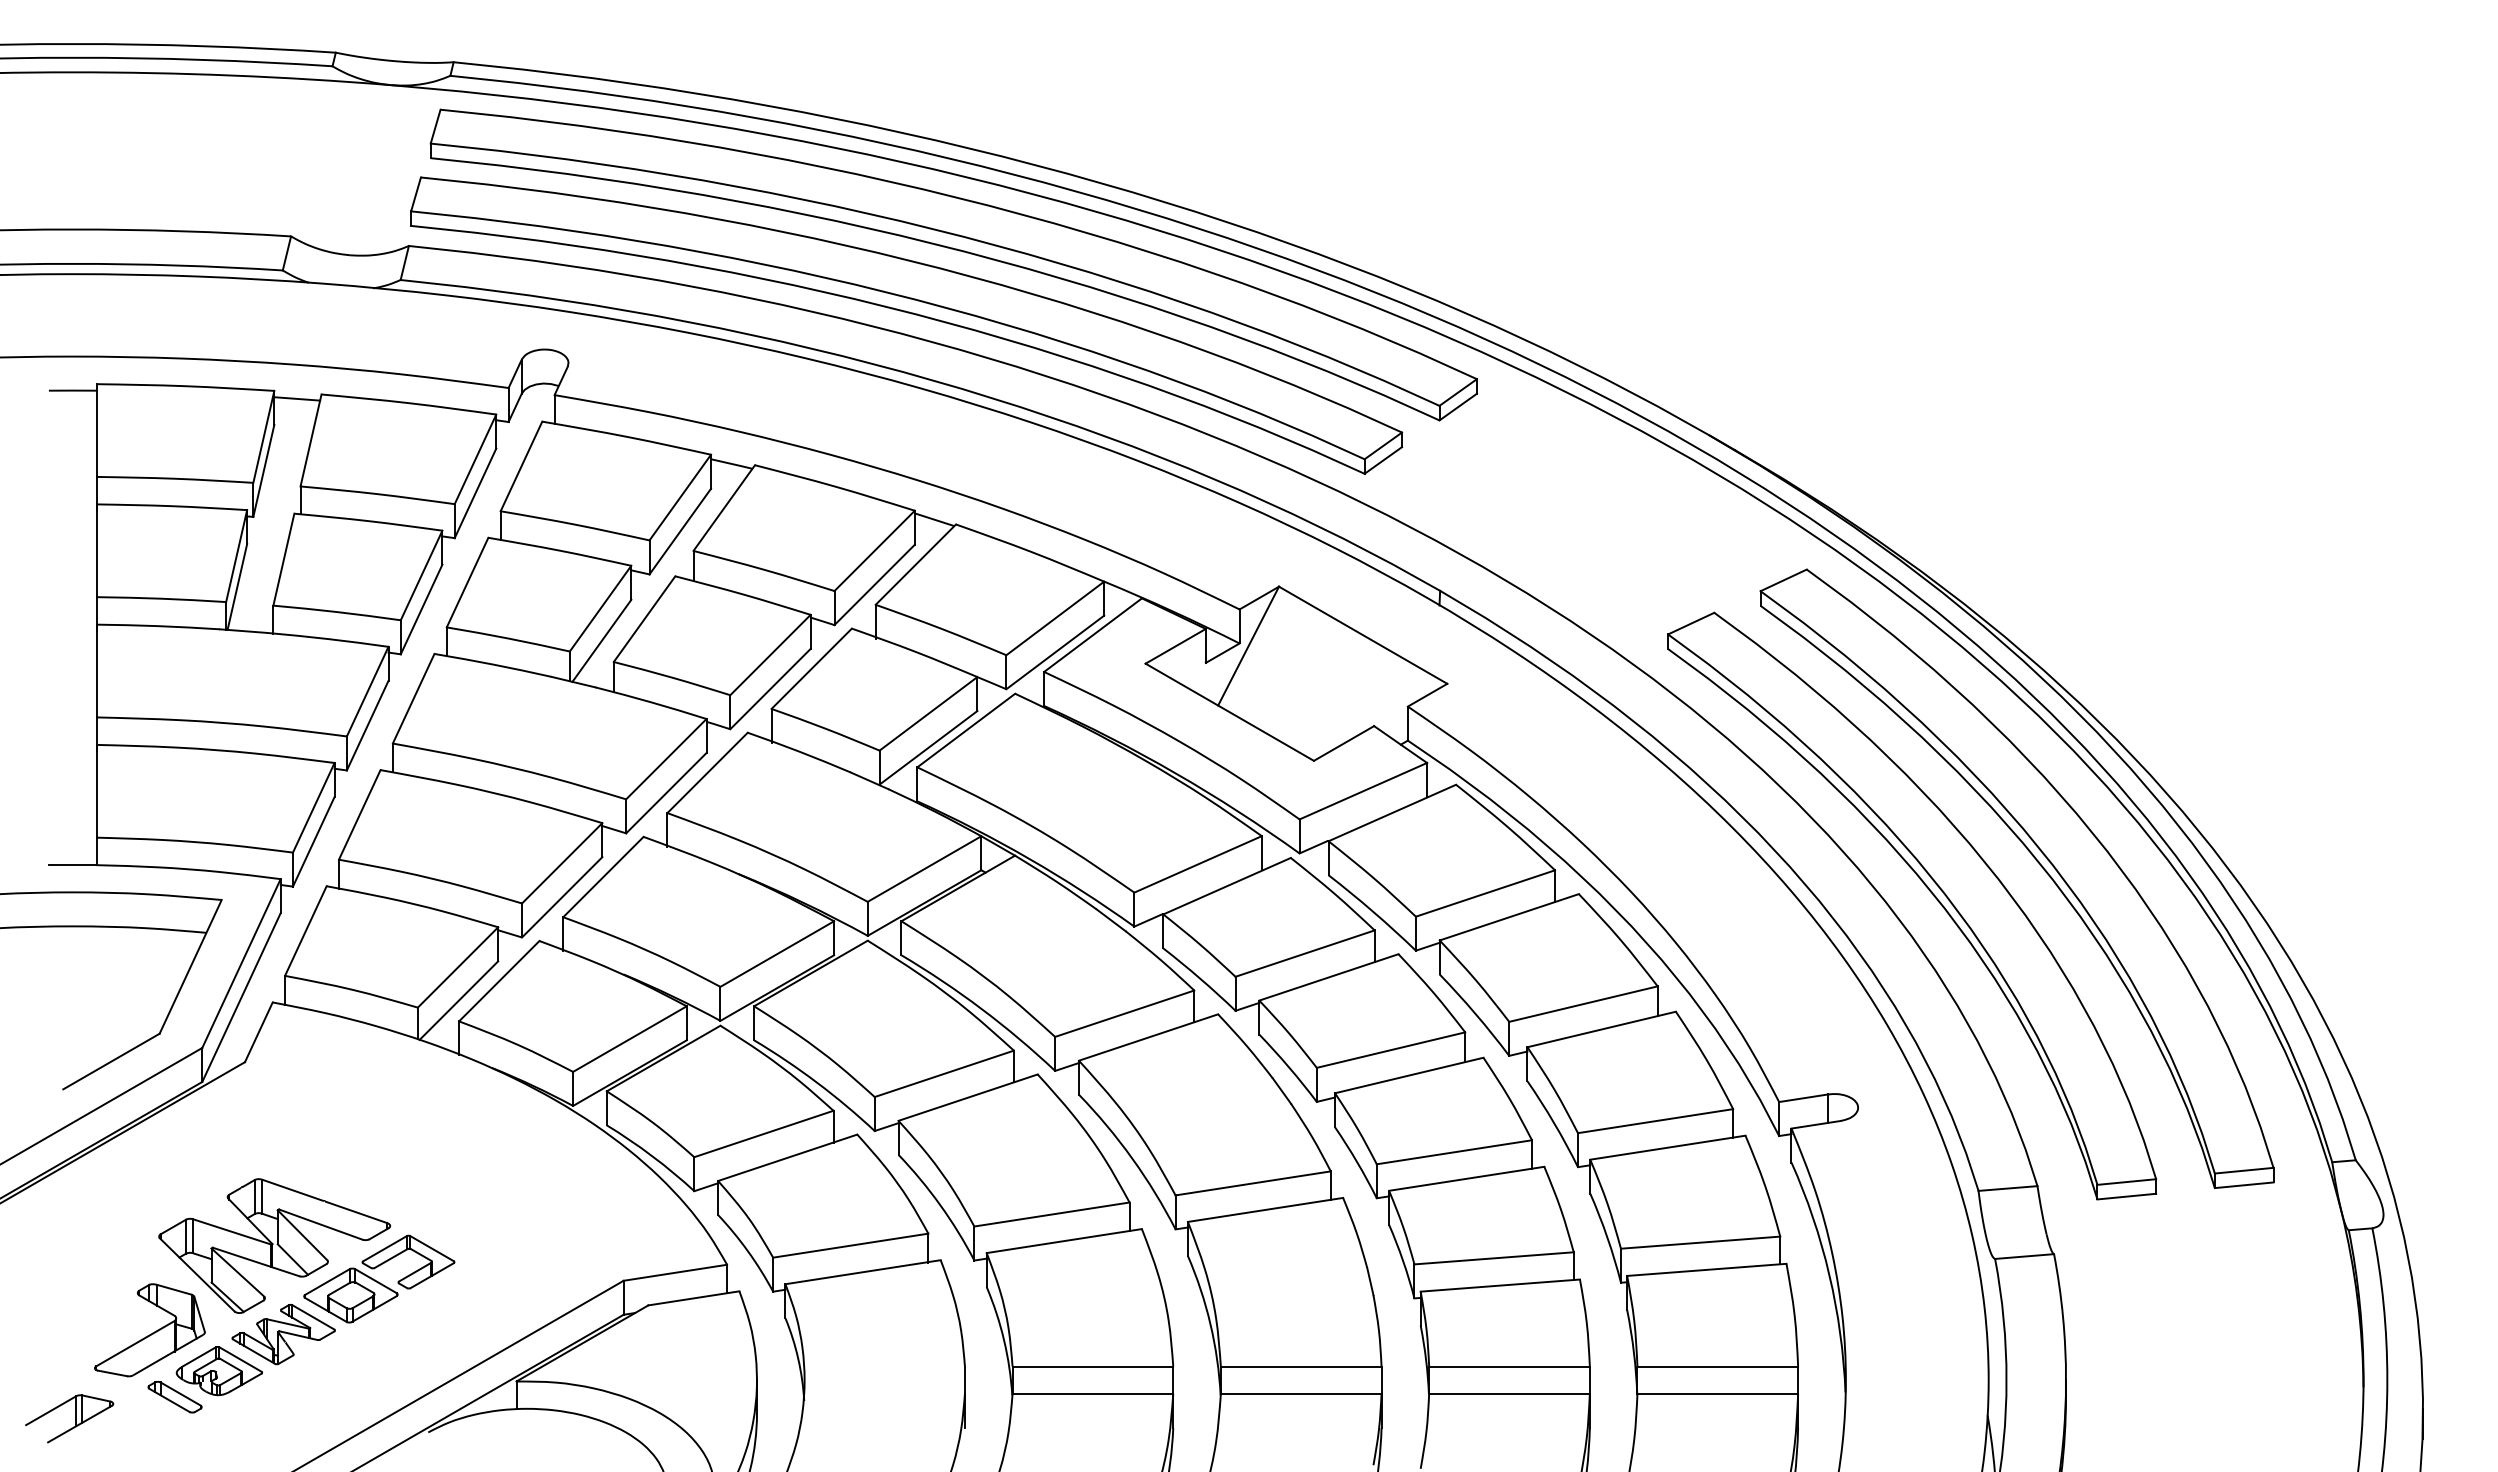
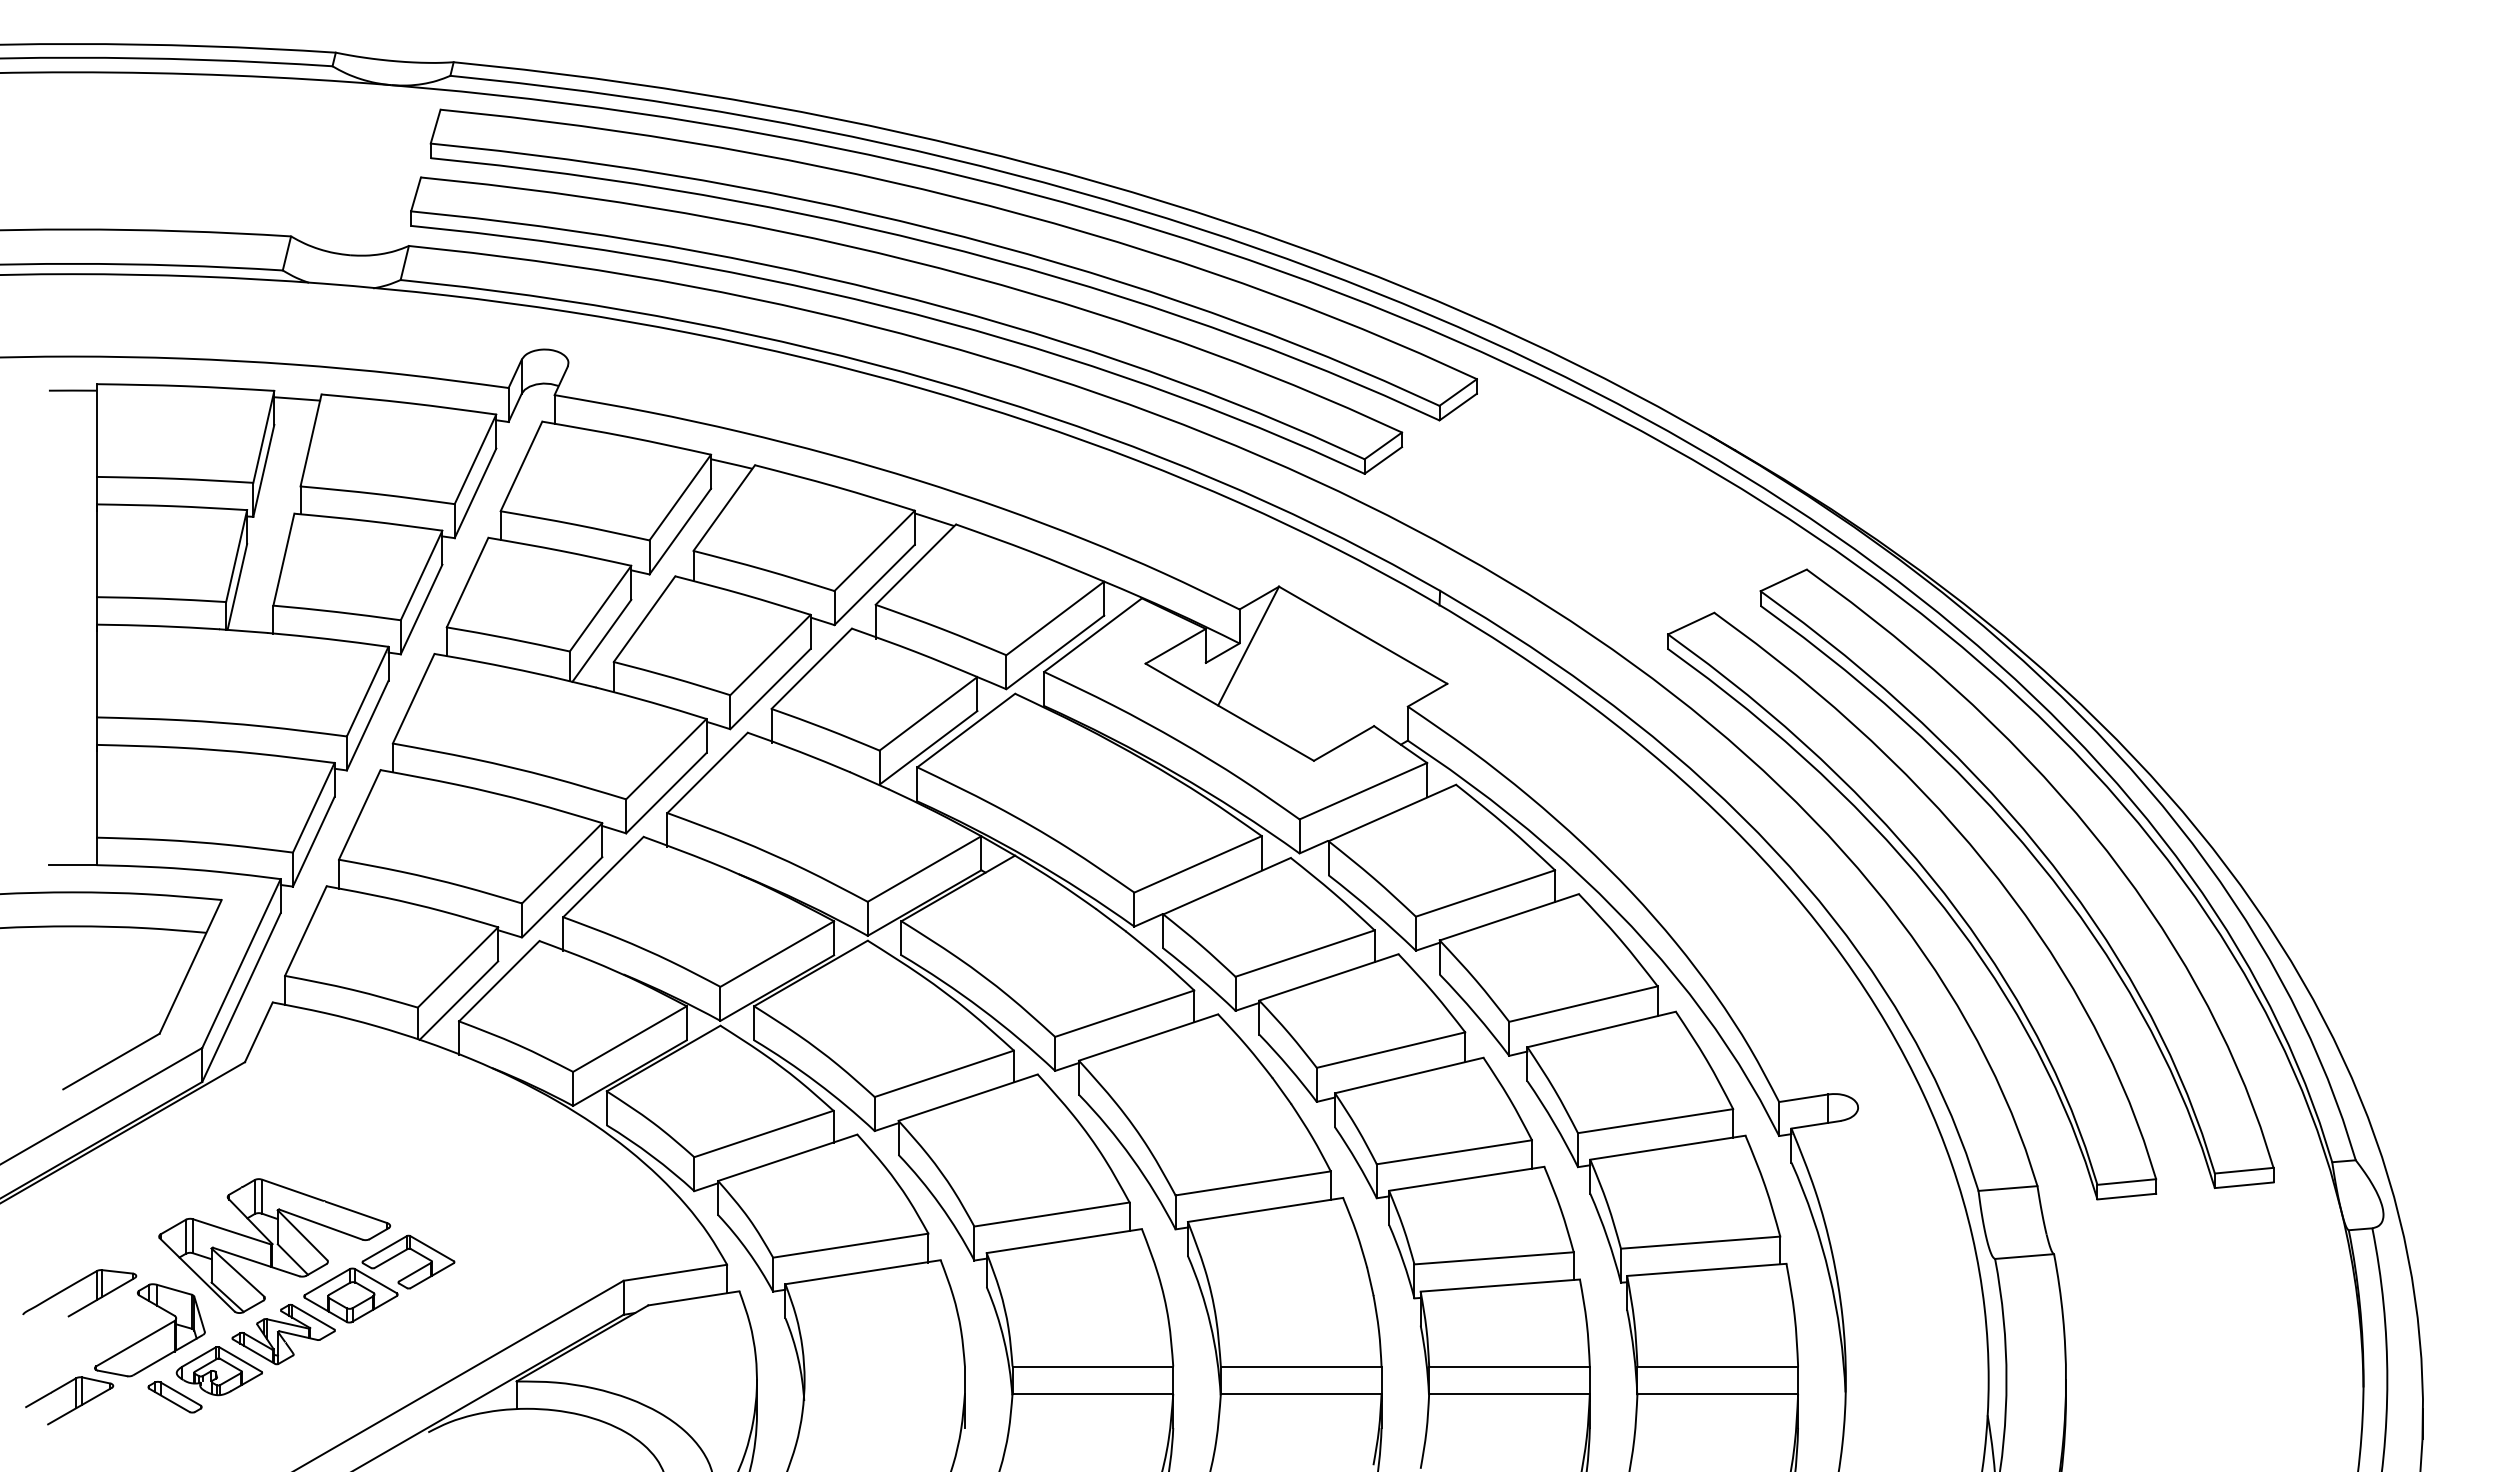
part at (75, 1284): none -> present
part at (69, 1418) position: (69, 1418) -> (69, 1400)
